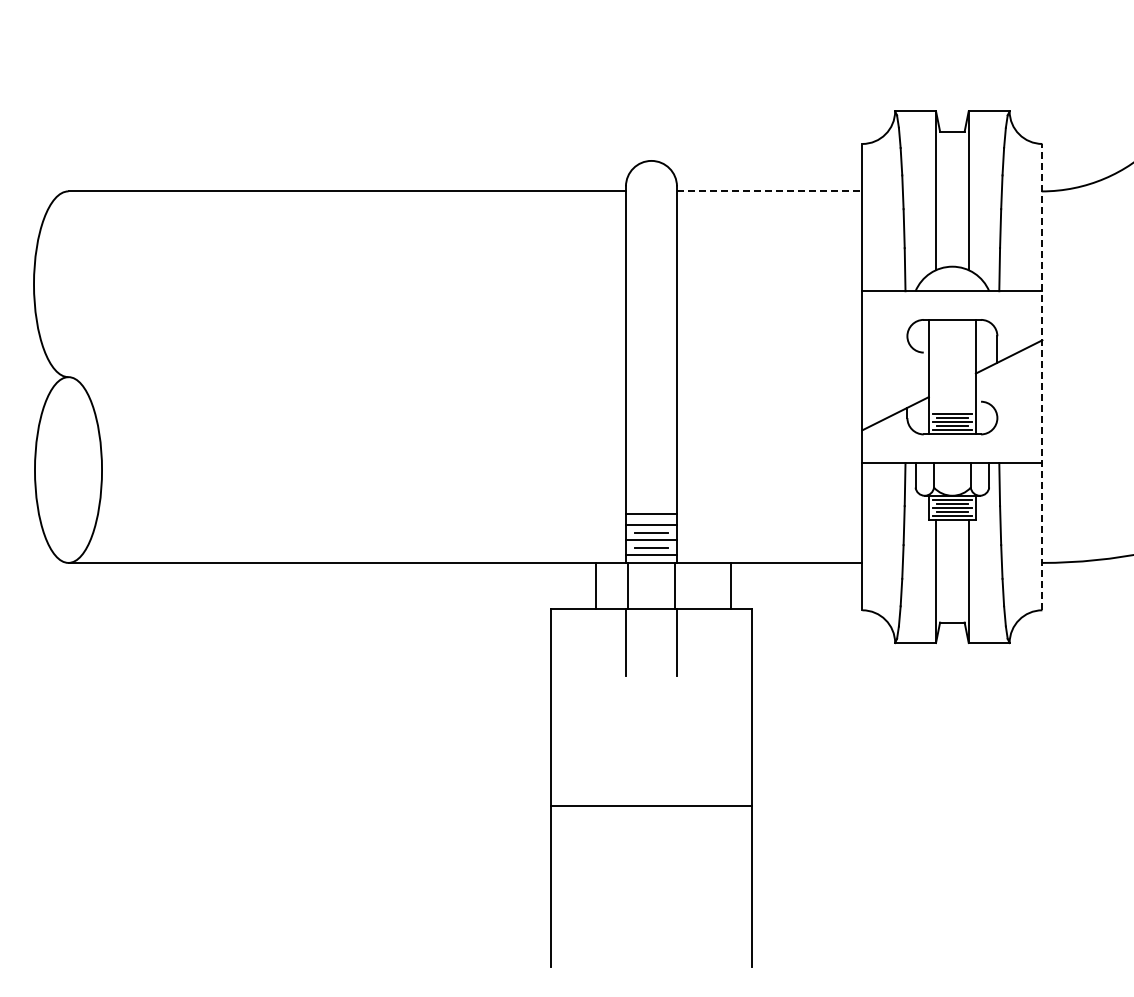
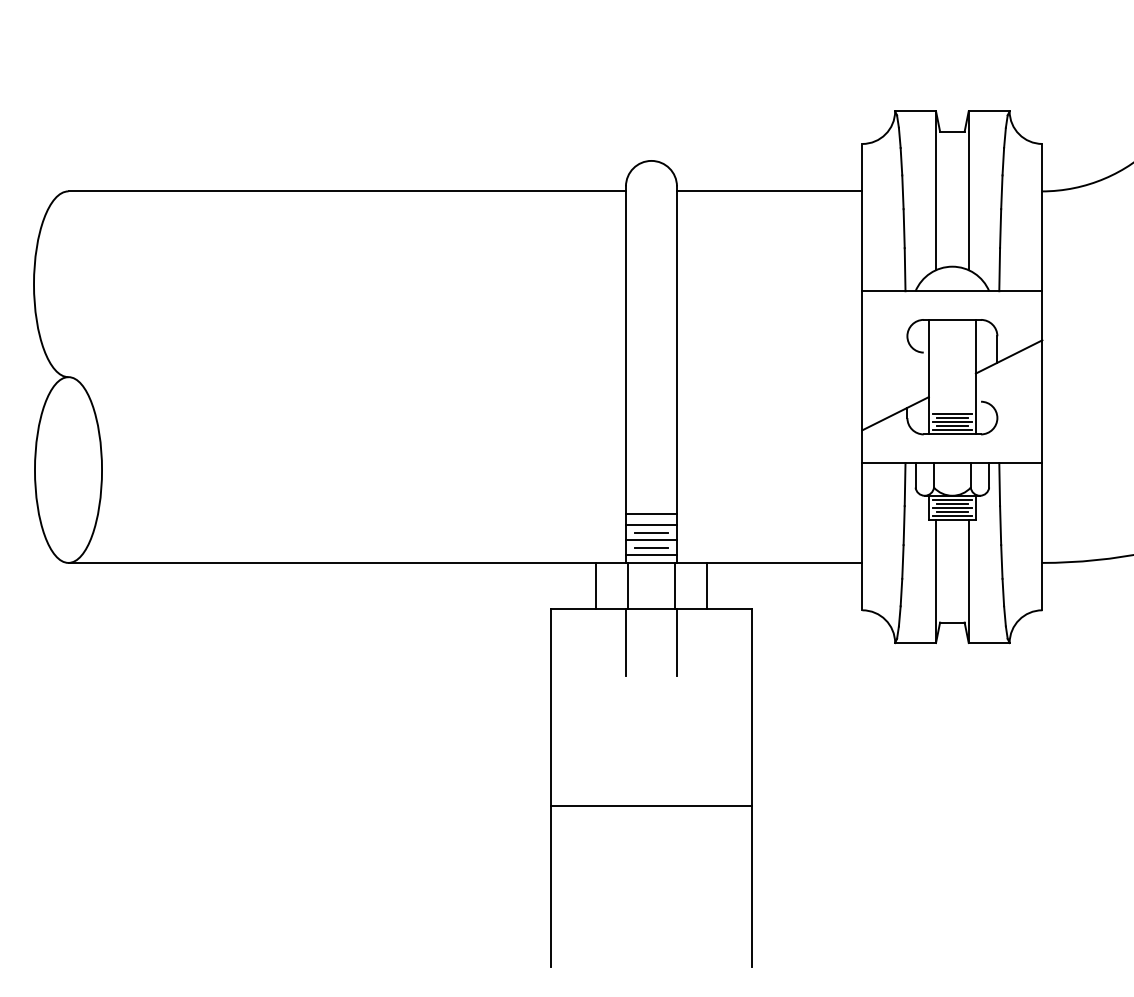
line at (769, 191): dashed -> solid
line at (1042, 376): dashed -> solid
line at (730, 585) position: (730, 585) -> (706, 585)
